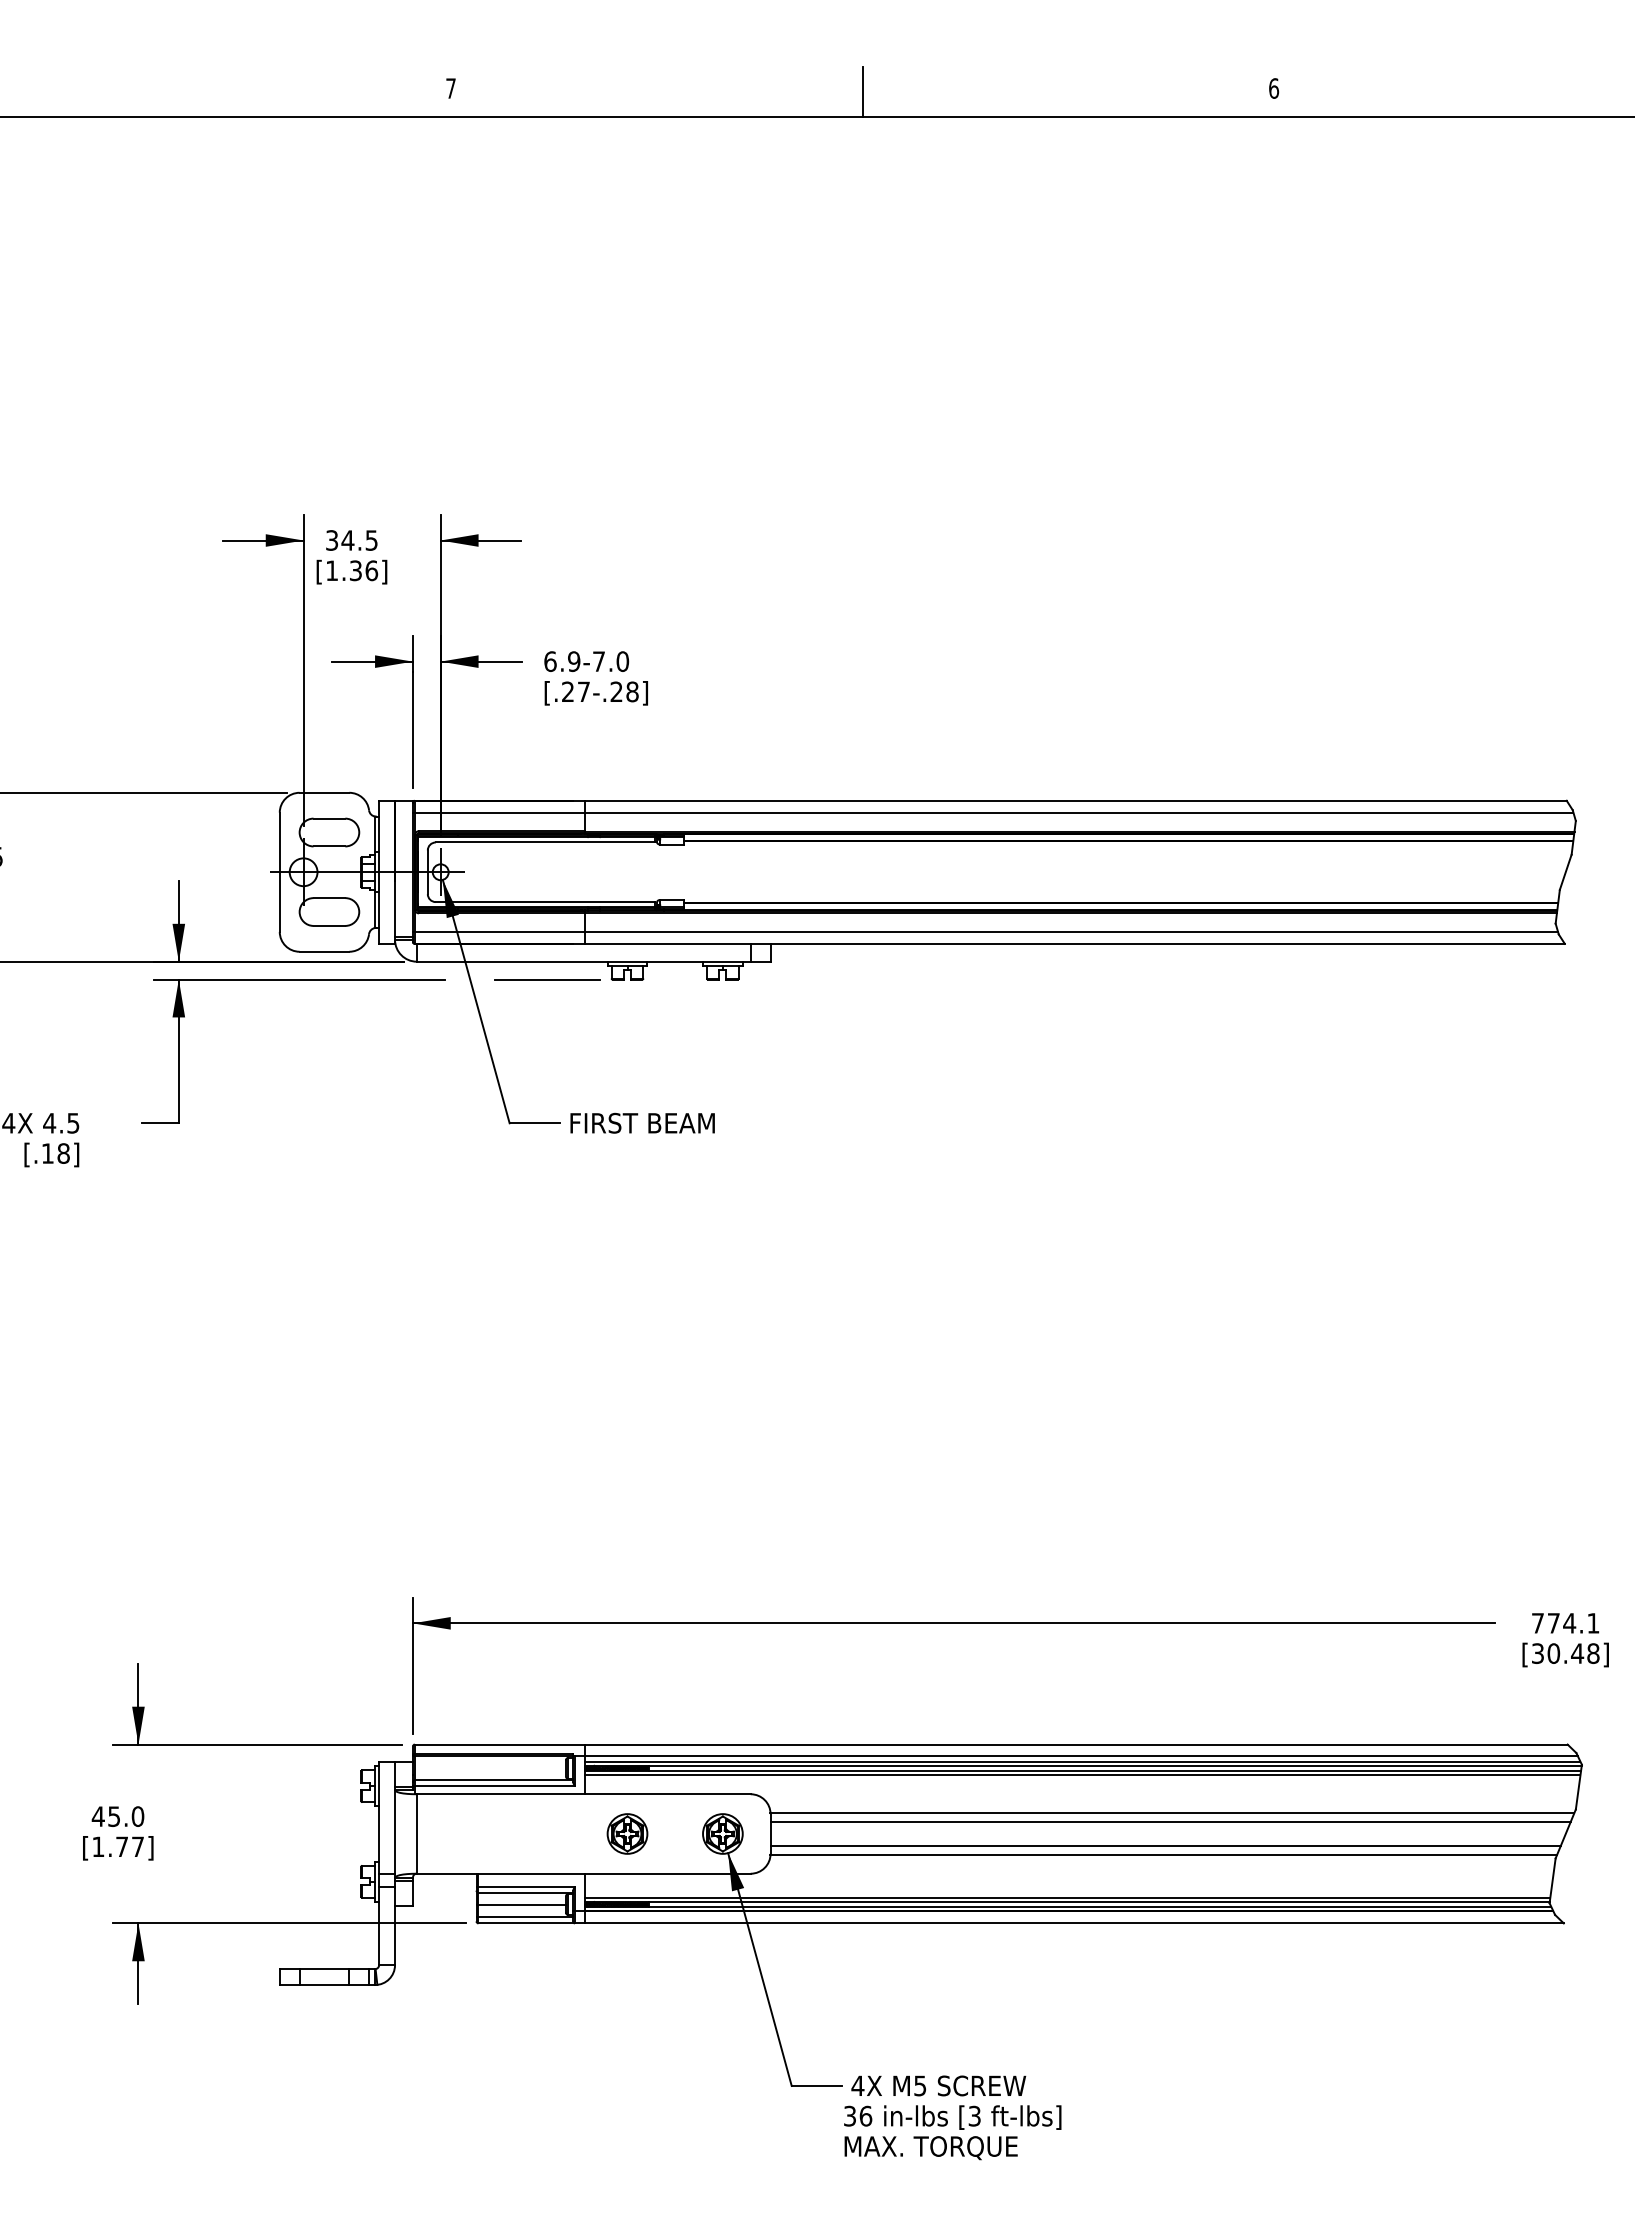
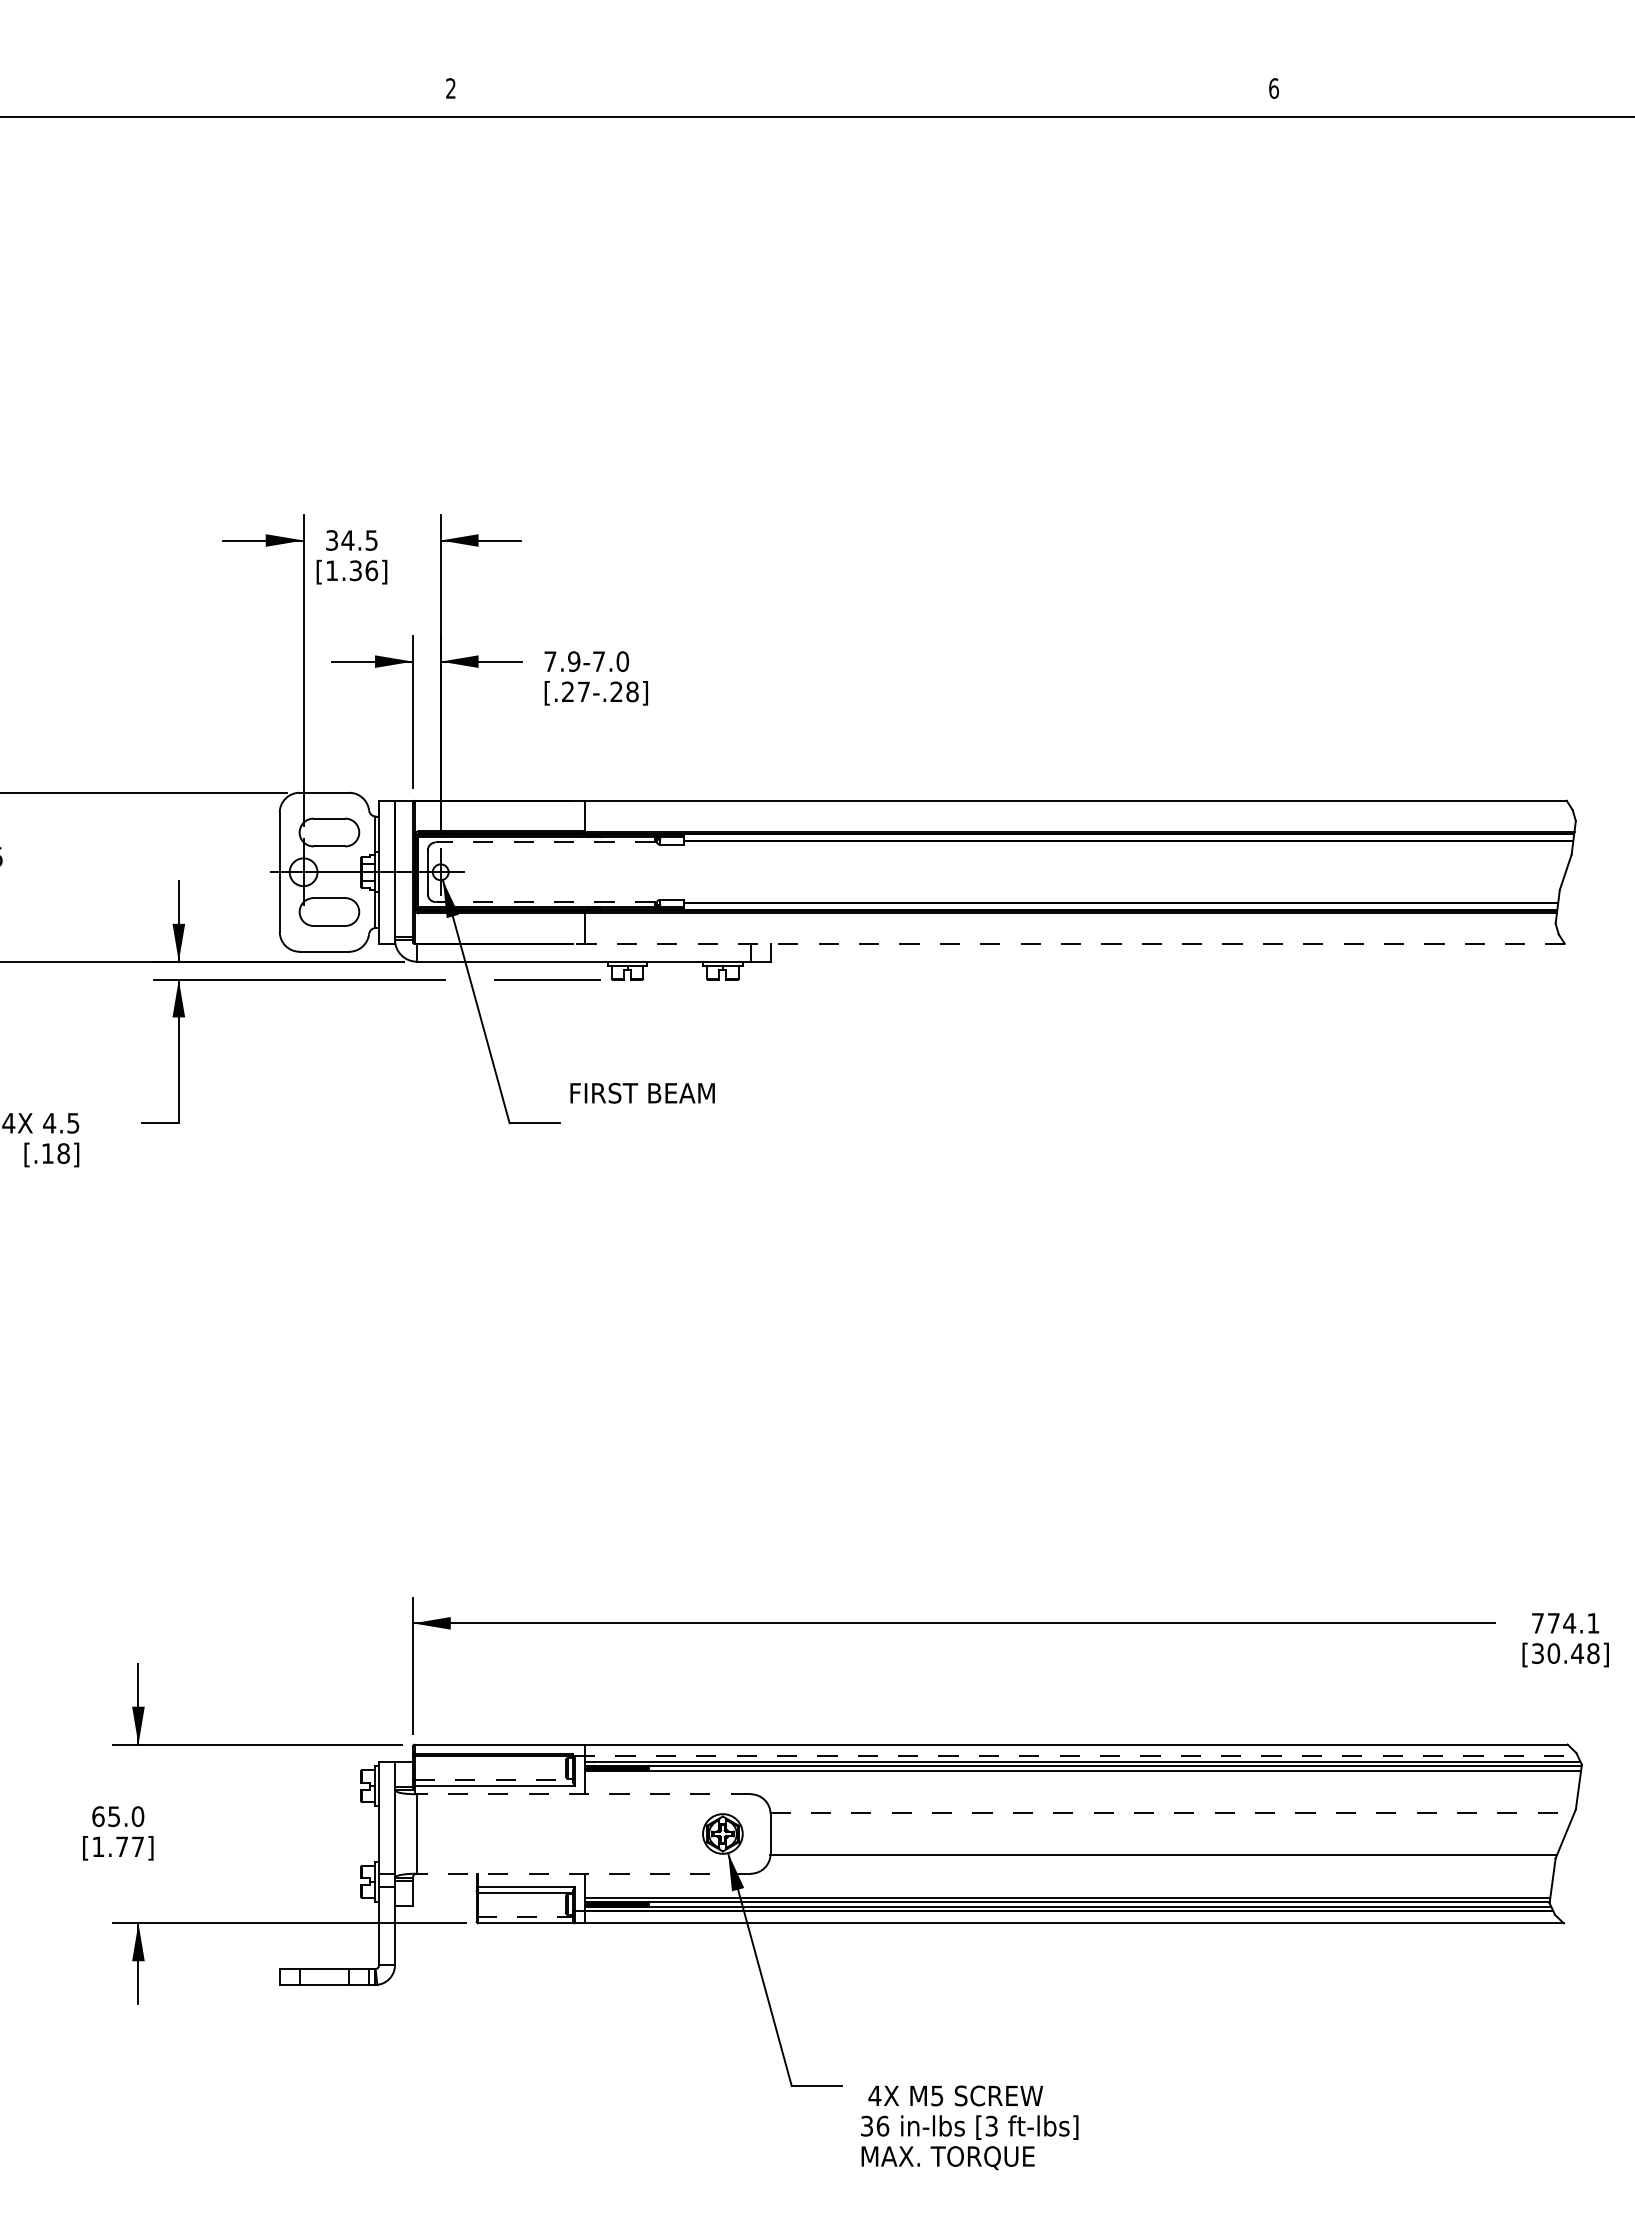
text at (450, 88): 7 -> 2
line at (863, 91): present -> none
text at (550, 661): 6.9-7.0 -> 7.9-7.0
line at (992, 812): present -> none
line at (545, 842): solid -> dashed
line at (545, 902): solid -> dashed
line at (985, 931): present -> none
line at (989, 943): solid -> dashed
text at (642, 1122) position: (642, 1122) -> (642, 1092)
line at (1077, 1756): solid -> dashed
line at (1082, 1775): present -> none
line at (494, 1780): solid -> dashed
line at (583, 1794): solid -> dashed
line at (1172, 1813): solid -> dashed
text at (97, 1816): 45.0 -> 65.0
line at (1170, 1822): present -> none
part at (627, 1833): present -> none
line at (1165, 1845): present -> none
line at (583, 1873): solid -> dashed
line at (520, 1904): present -> none
line at (525, 1917): solid -> dashed
text at (952, 2117) position: (952, 2117) -> (969, 2127)
